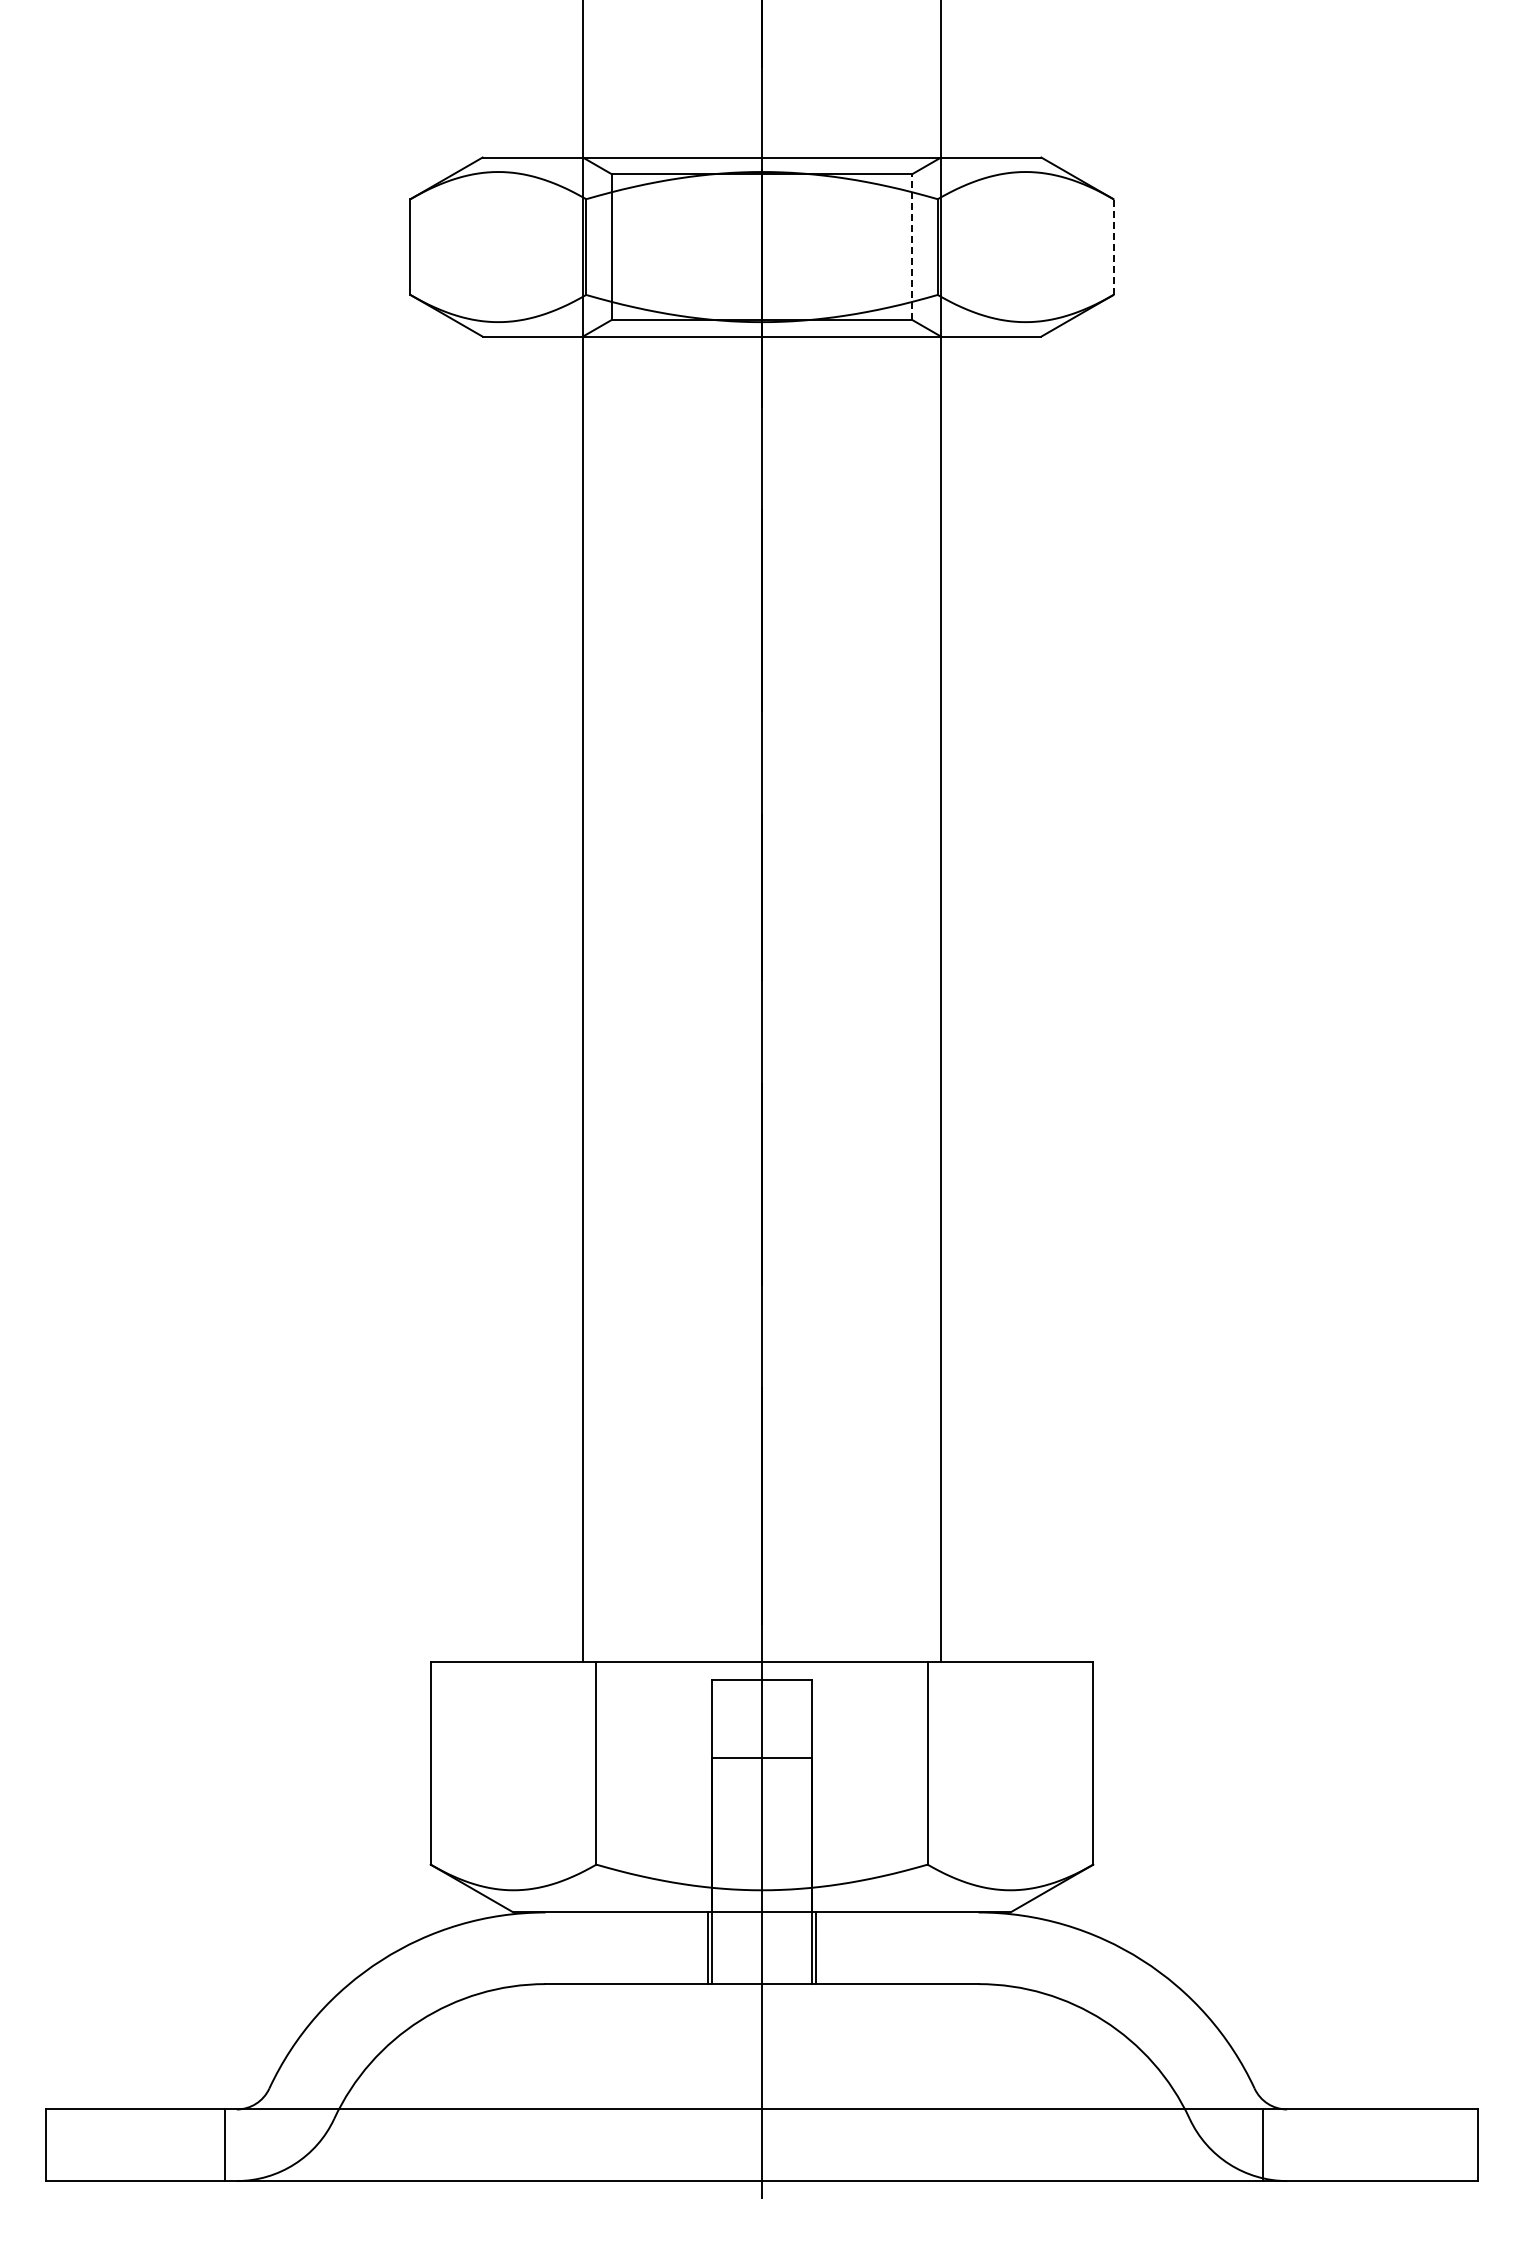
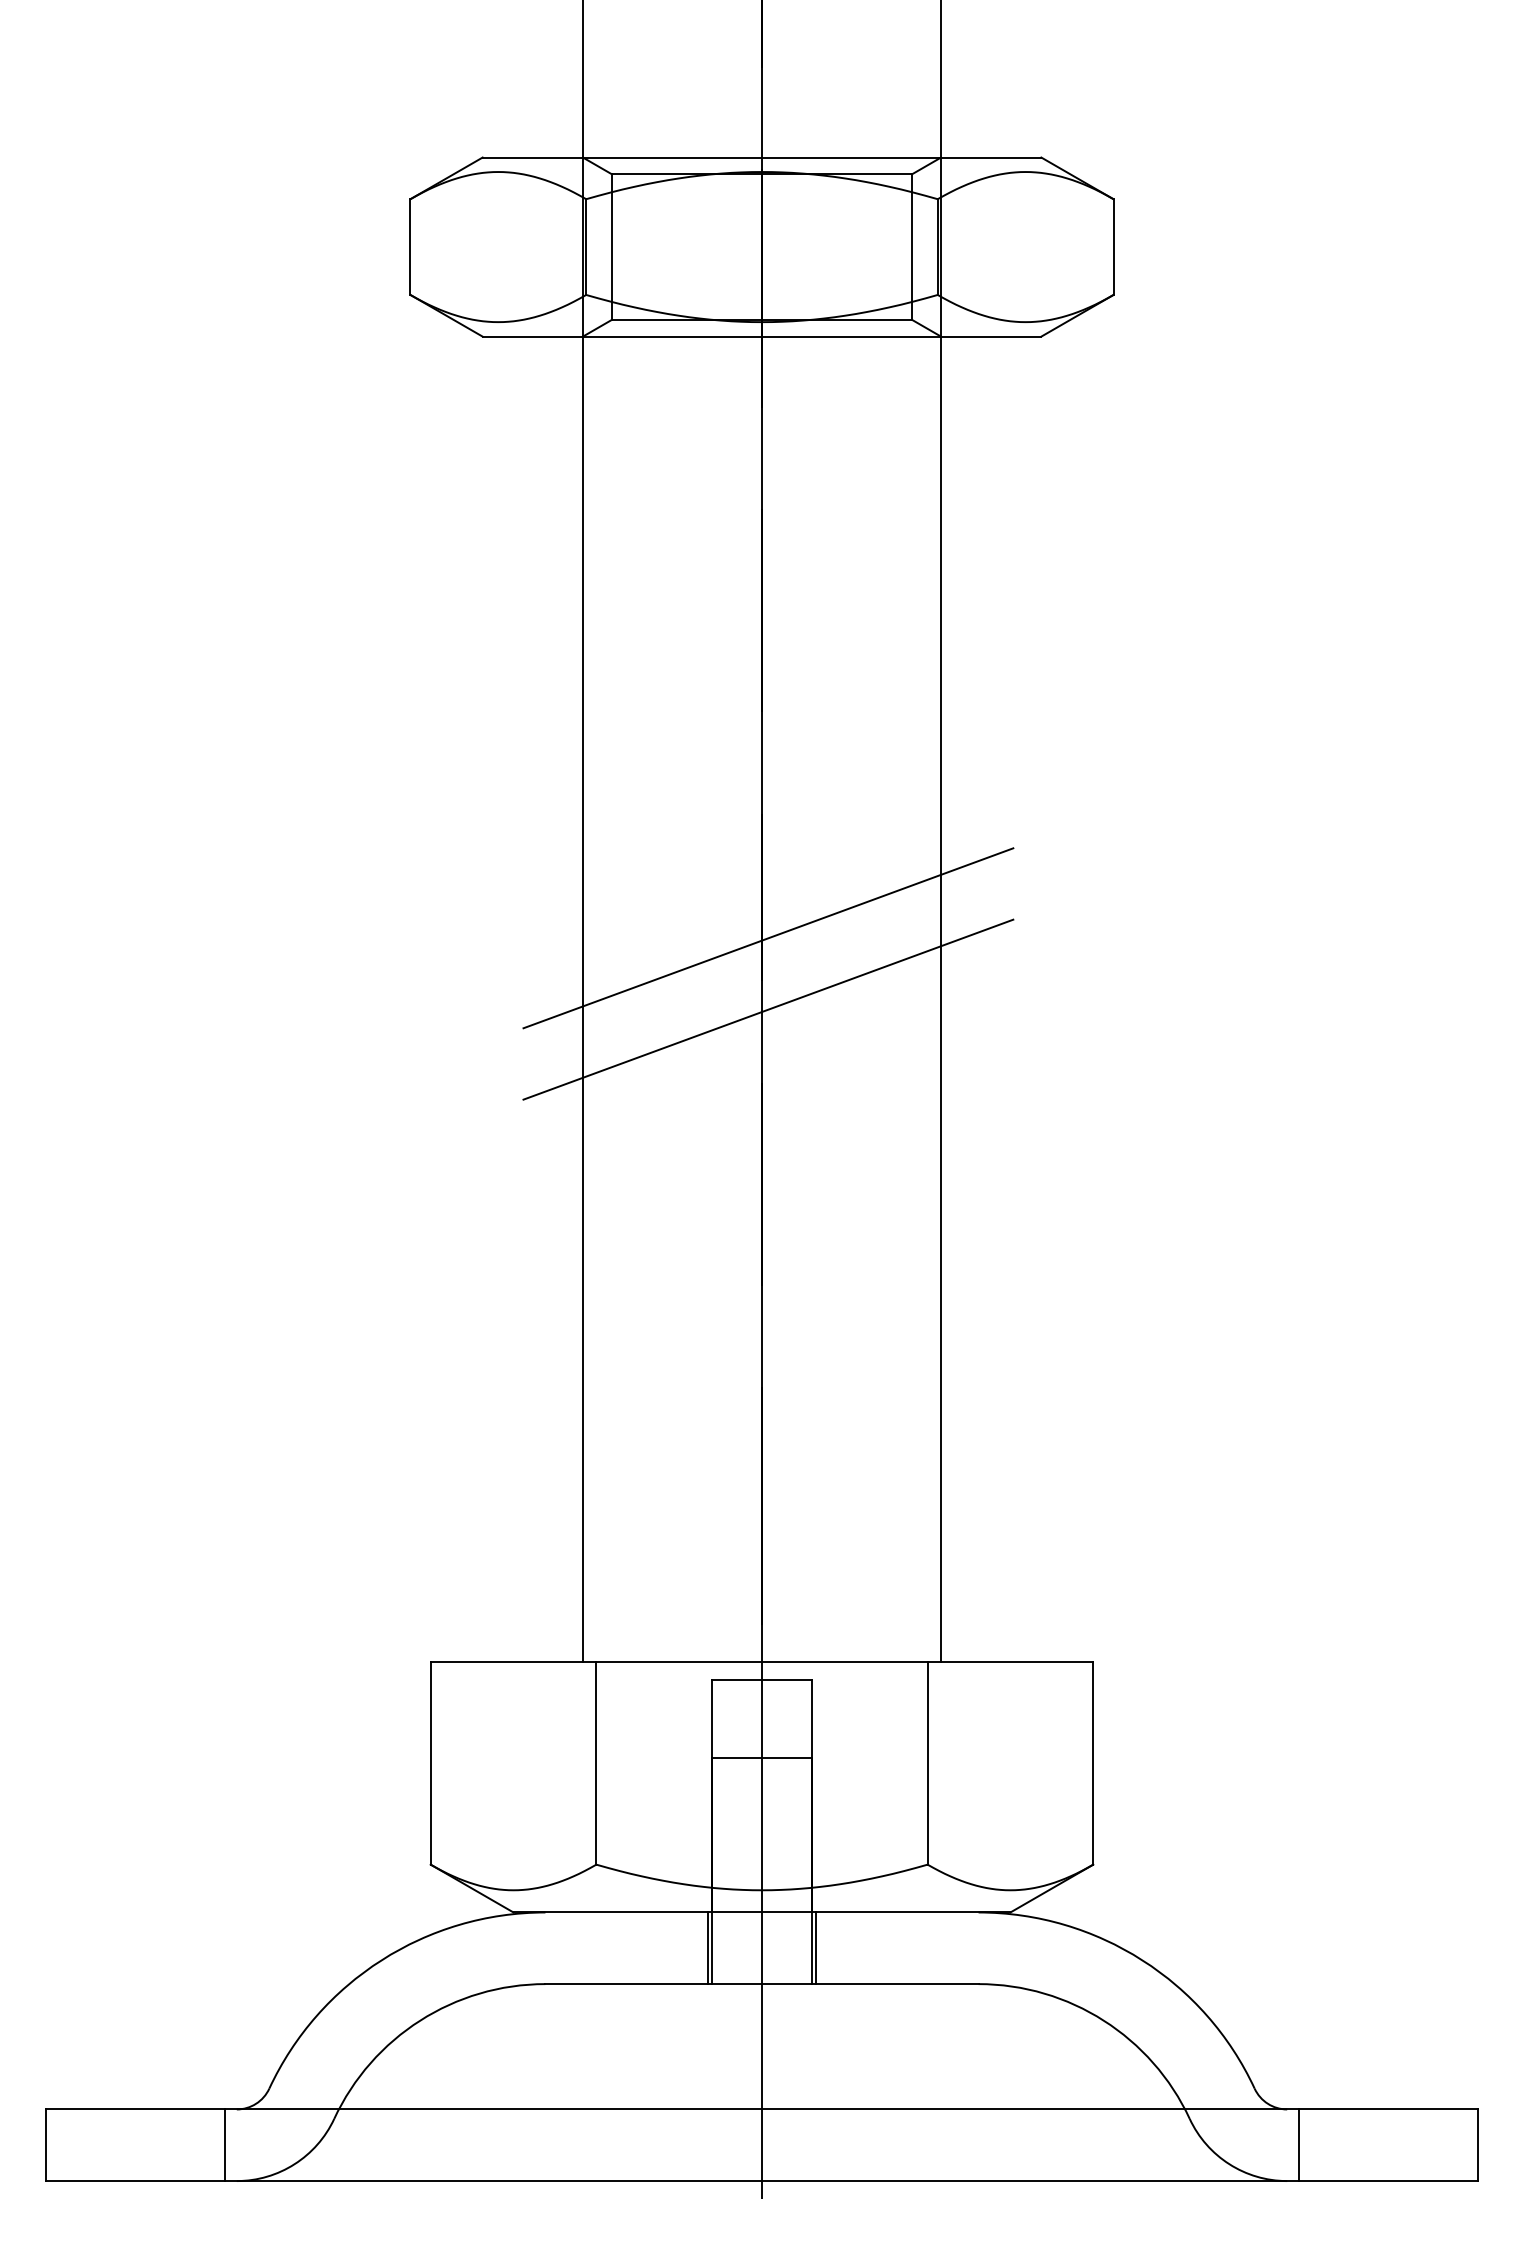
line at (911, 247): dashed -> solid
line at (1113, 247): dashed -> solid
line at (768, 938): none -> present
line at (768, 1009): none -> present
line at (1263, 2145) position: (1263, 2145) -> (1299, 2145)
